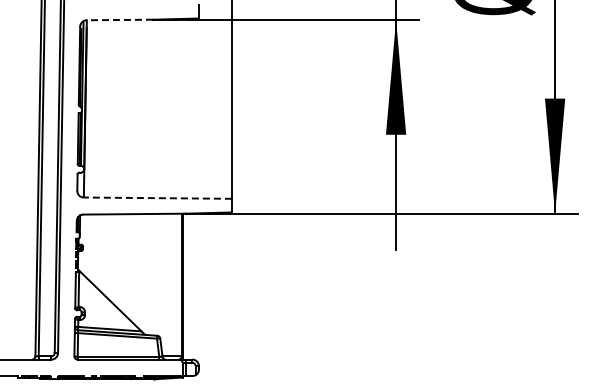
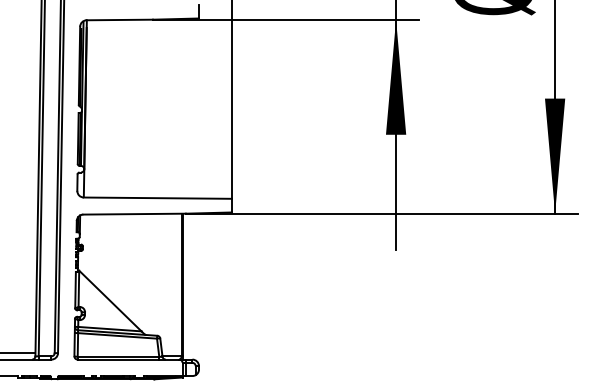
line at (119, 20): dashed -> solid
line at (157, 198): dashed -> solid
line at (18, 353): none -> present
